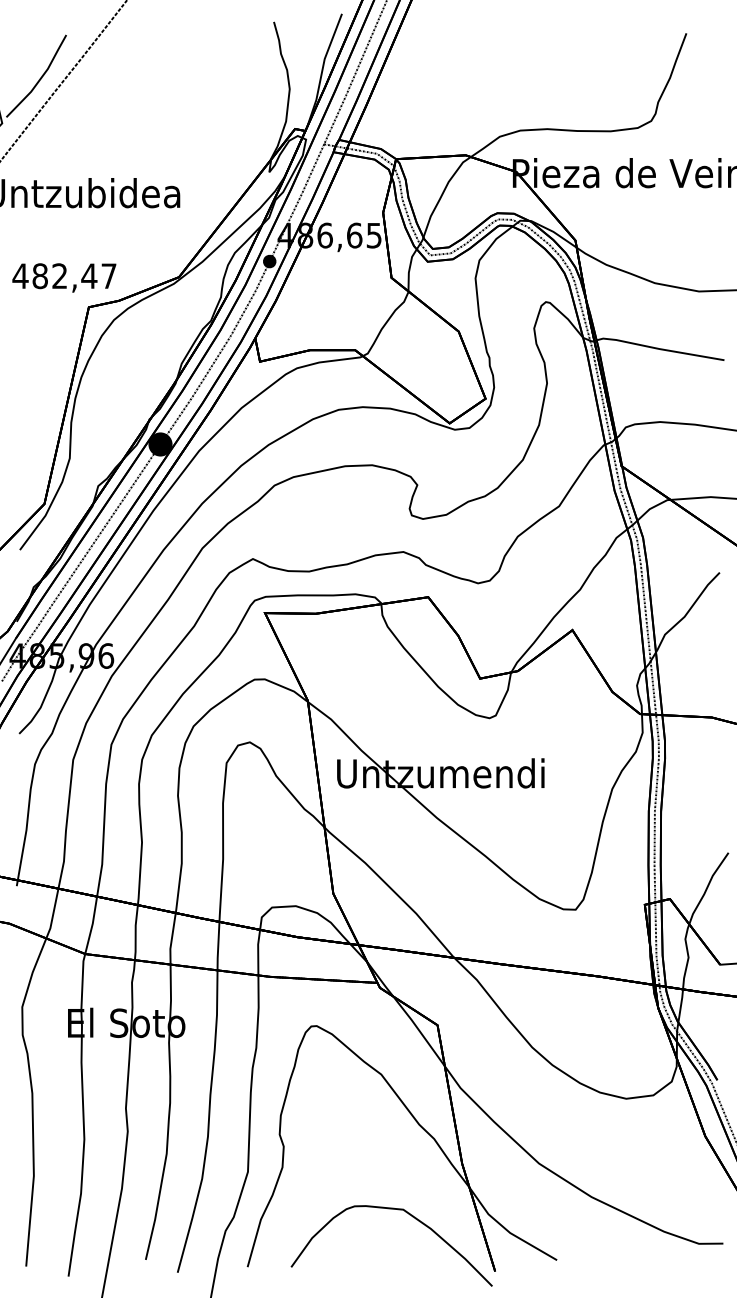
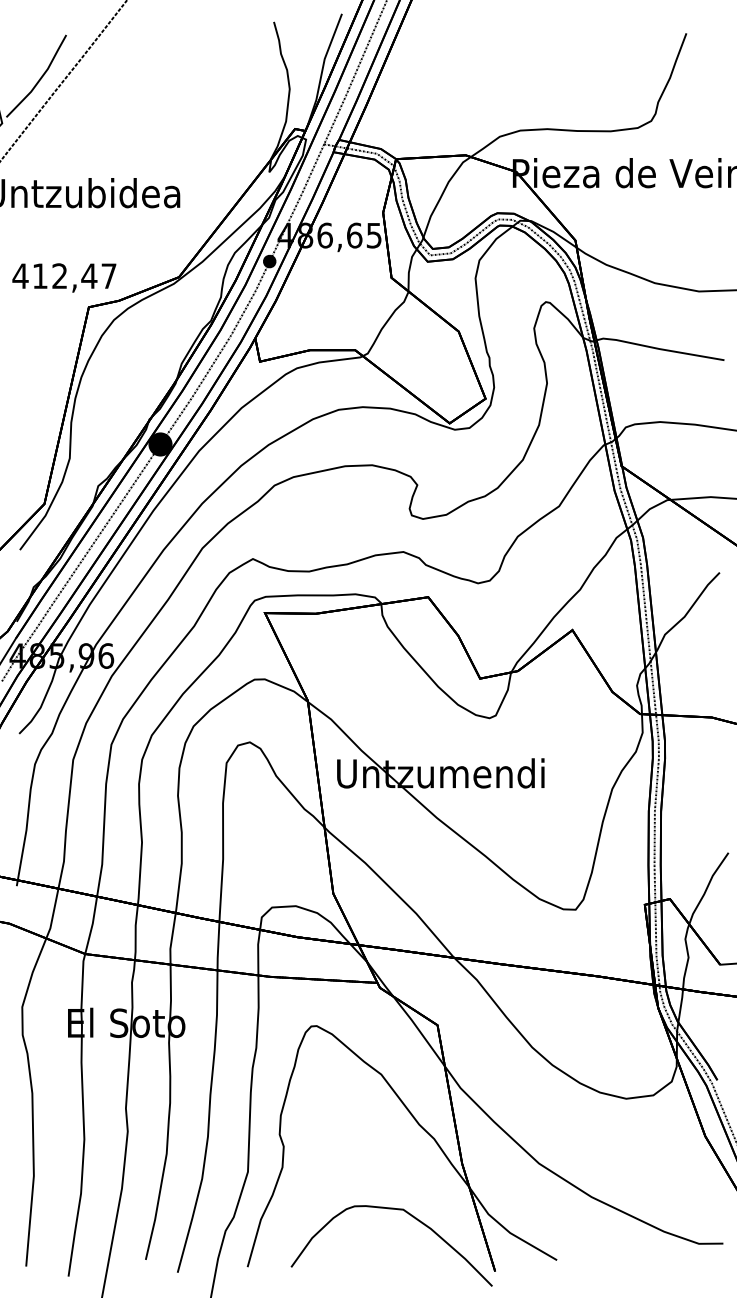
text at (39, 276): 482,47 -> 412,47
